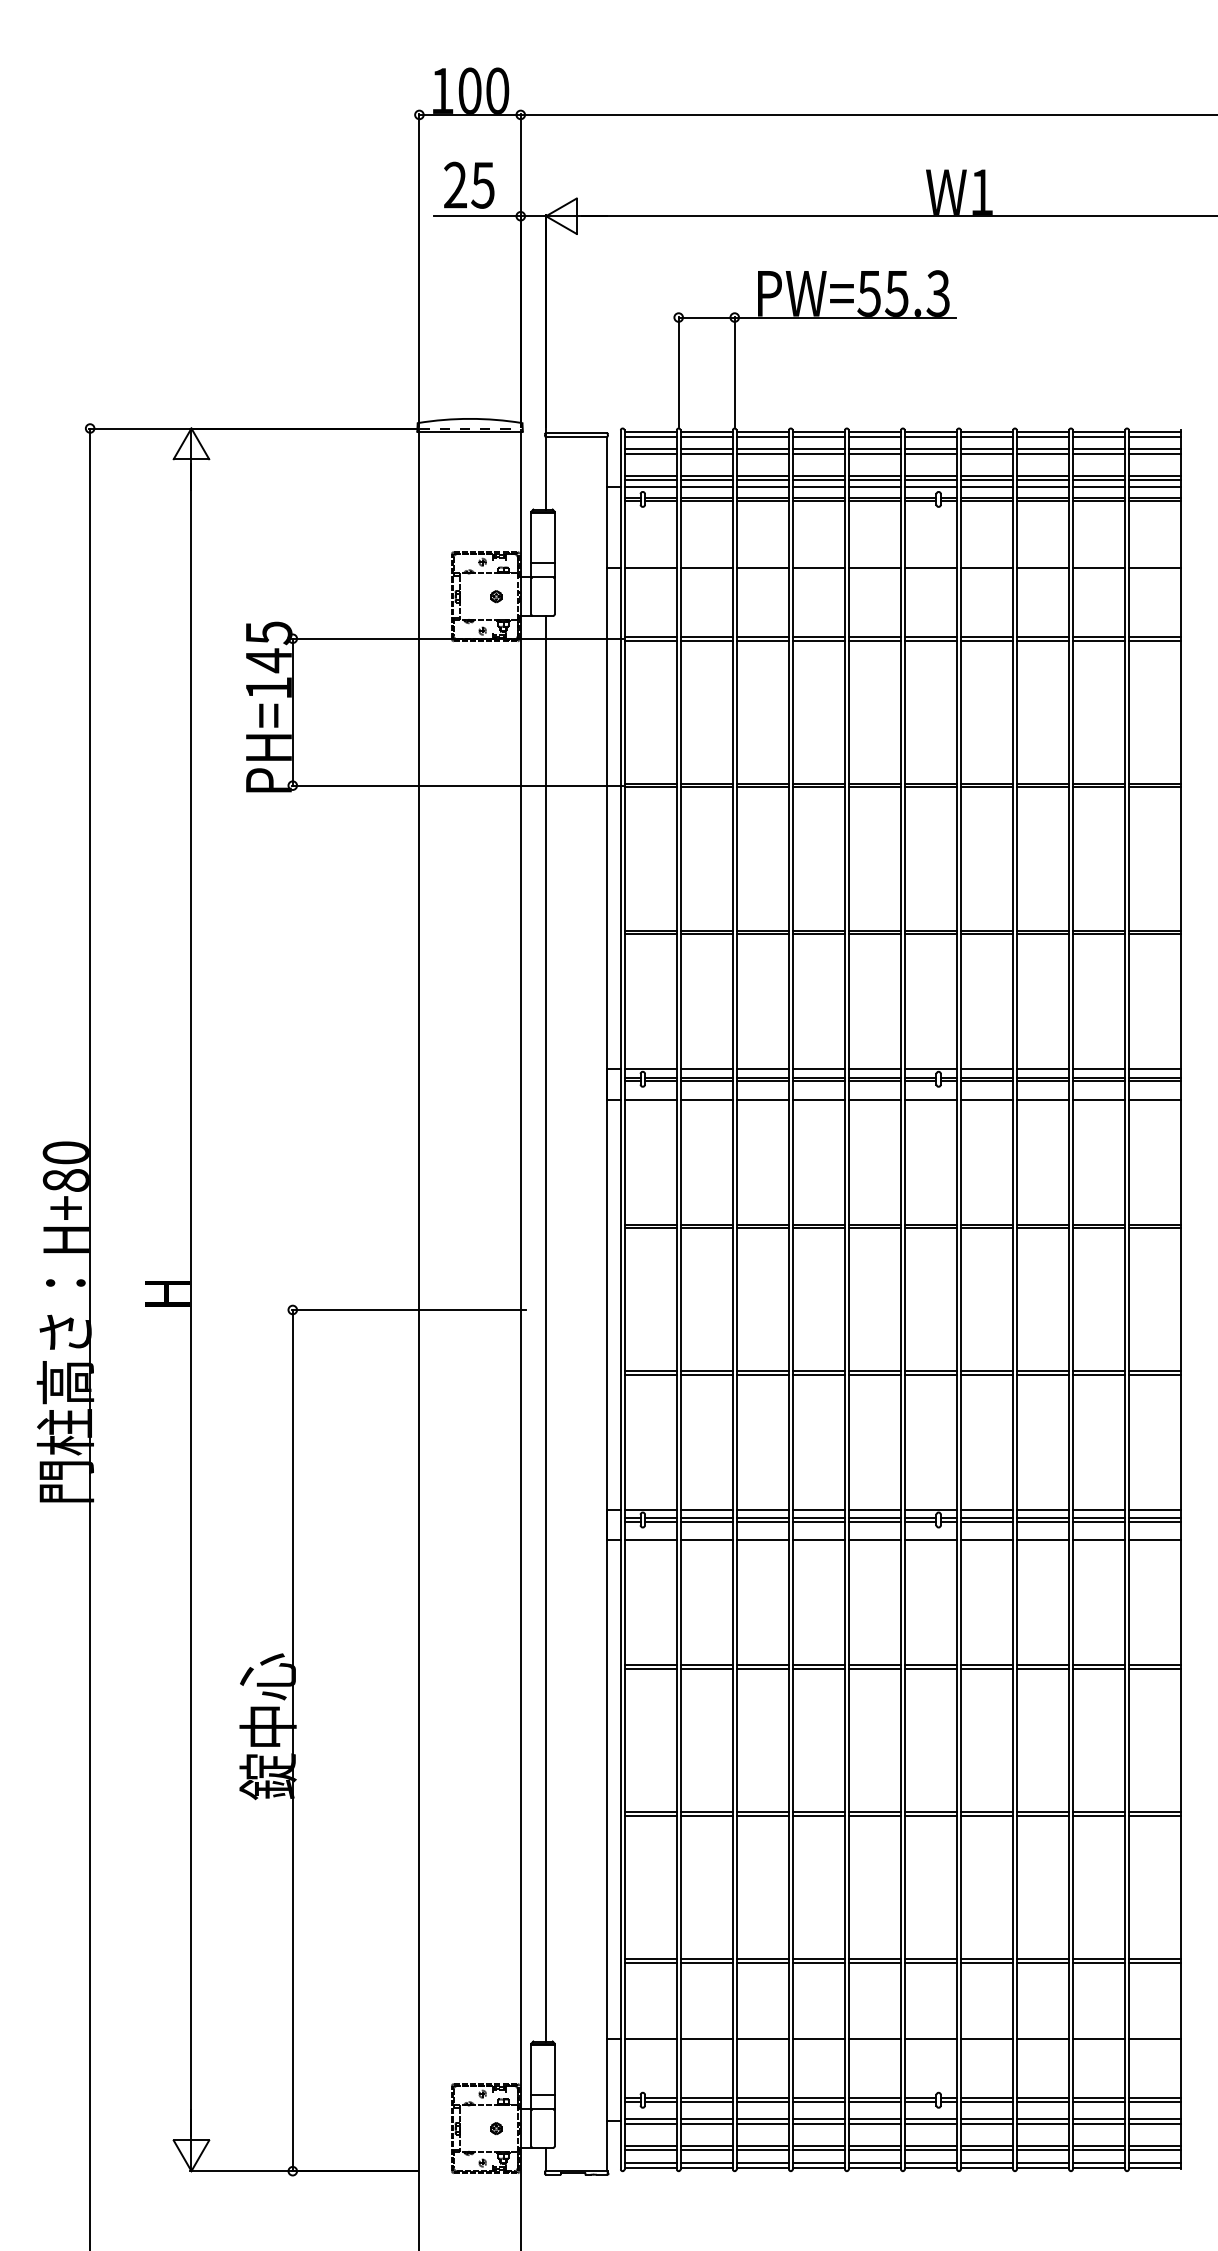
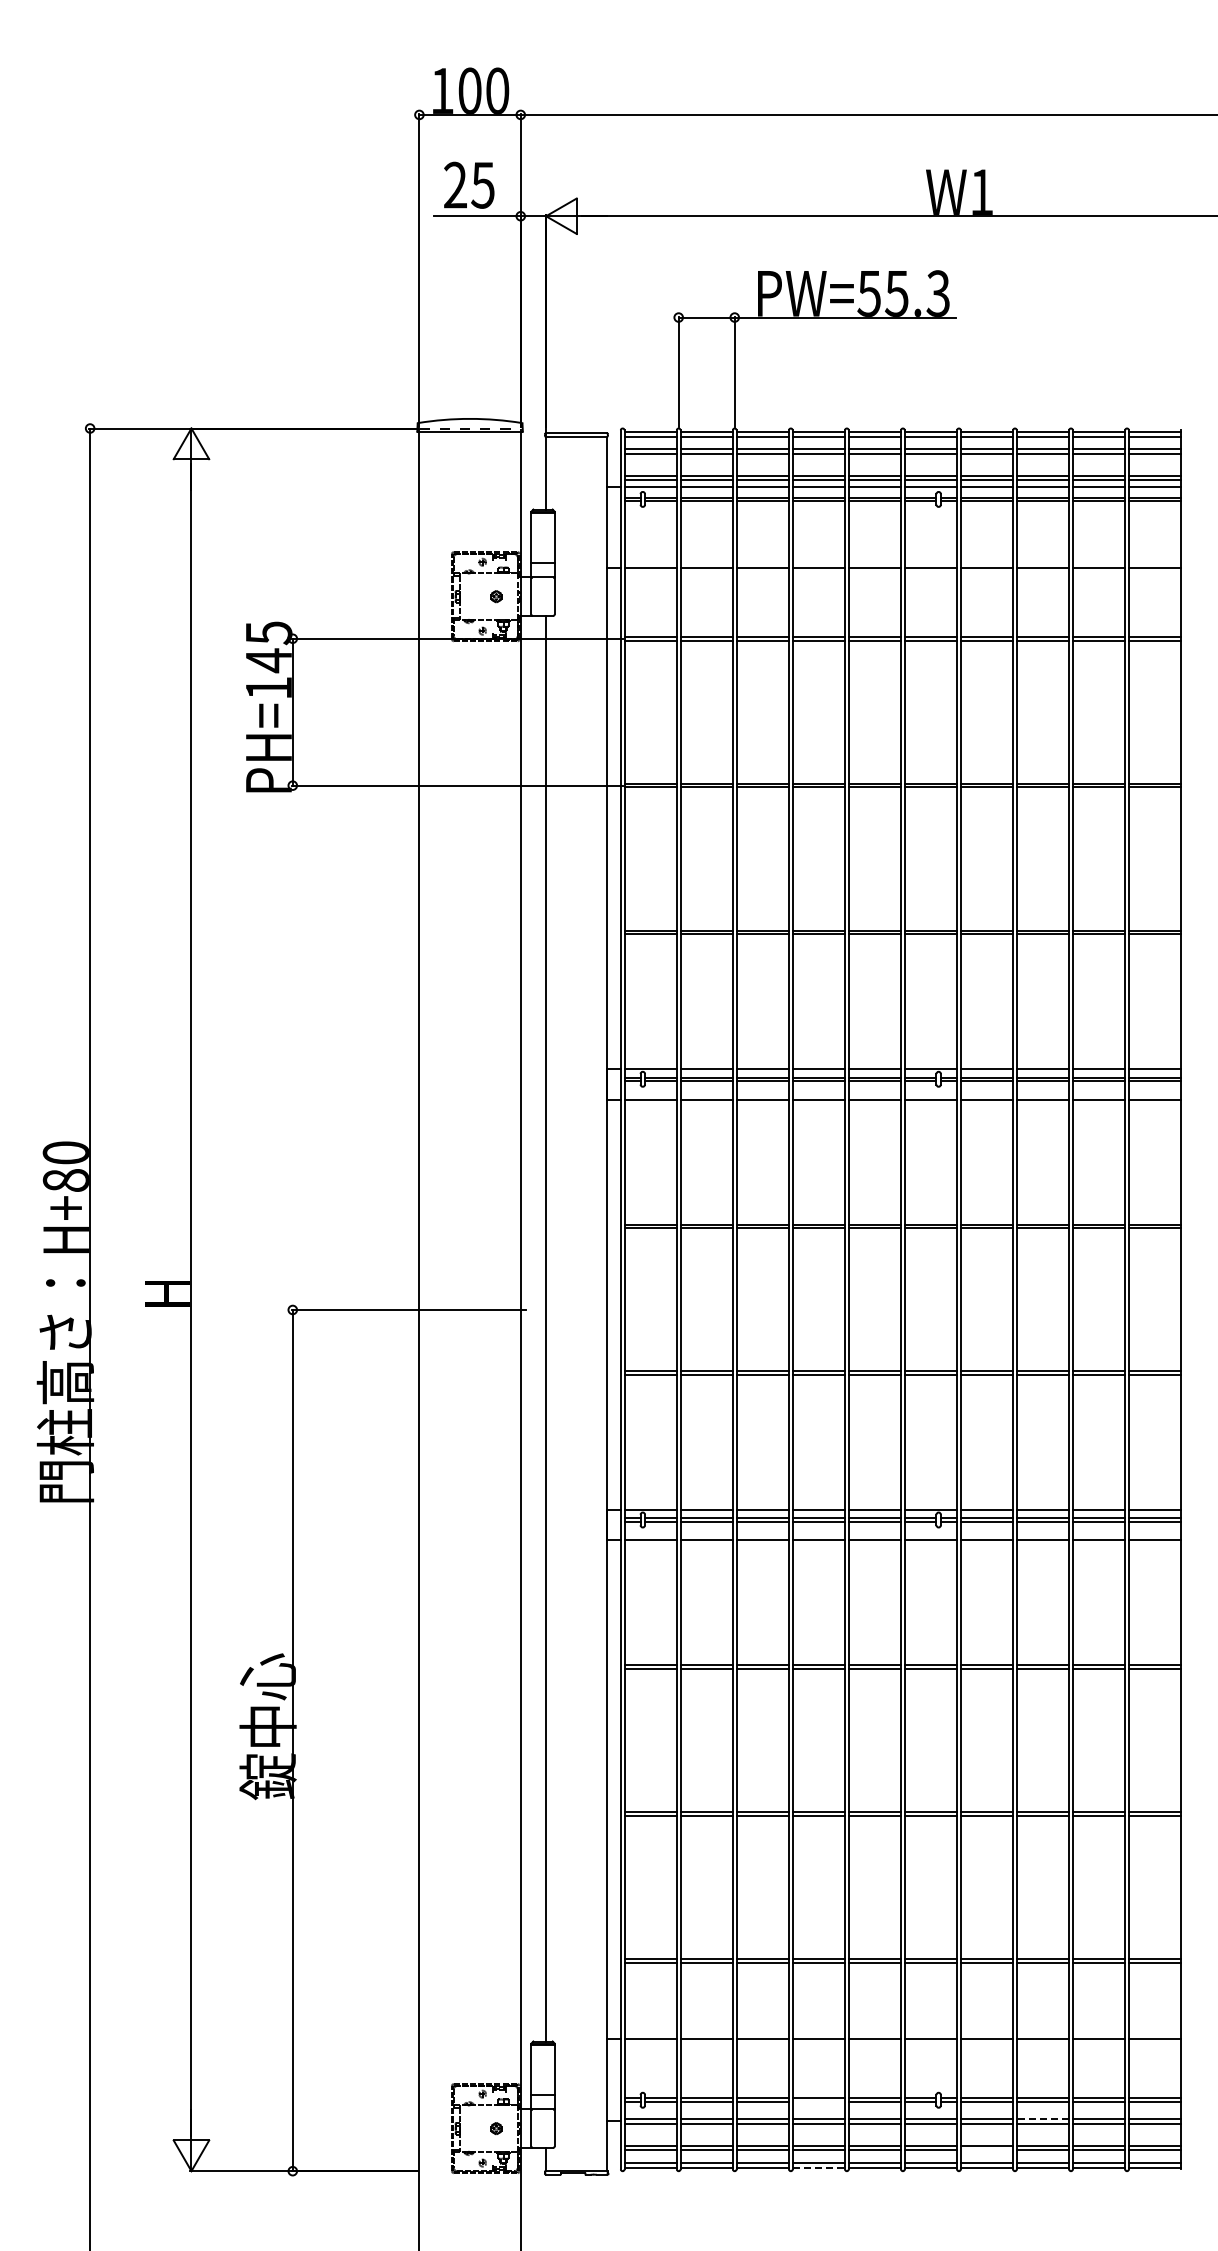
line at (818, 2102): present -> none
line at (1042, 2119): solid -> dashed
line at (986, 2150): present -> none
line at (819, 2167): solid -> dashed
